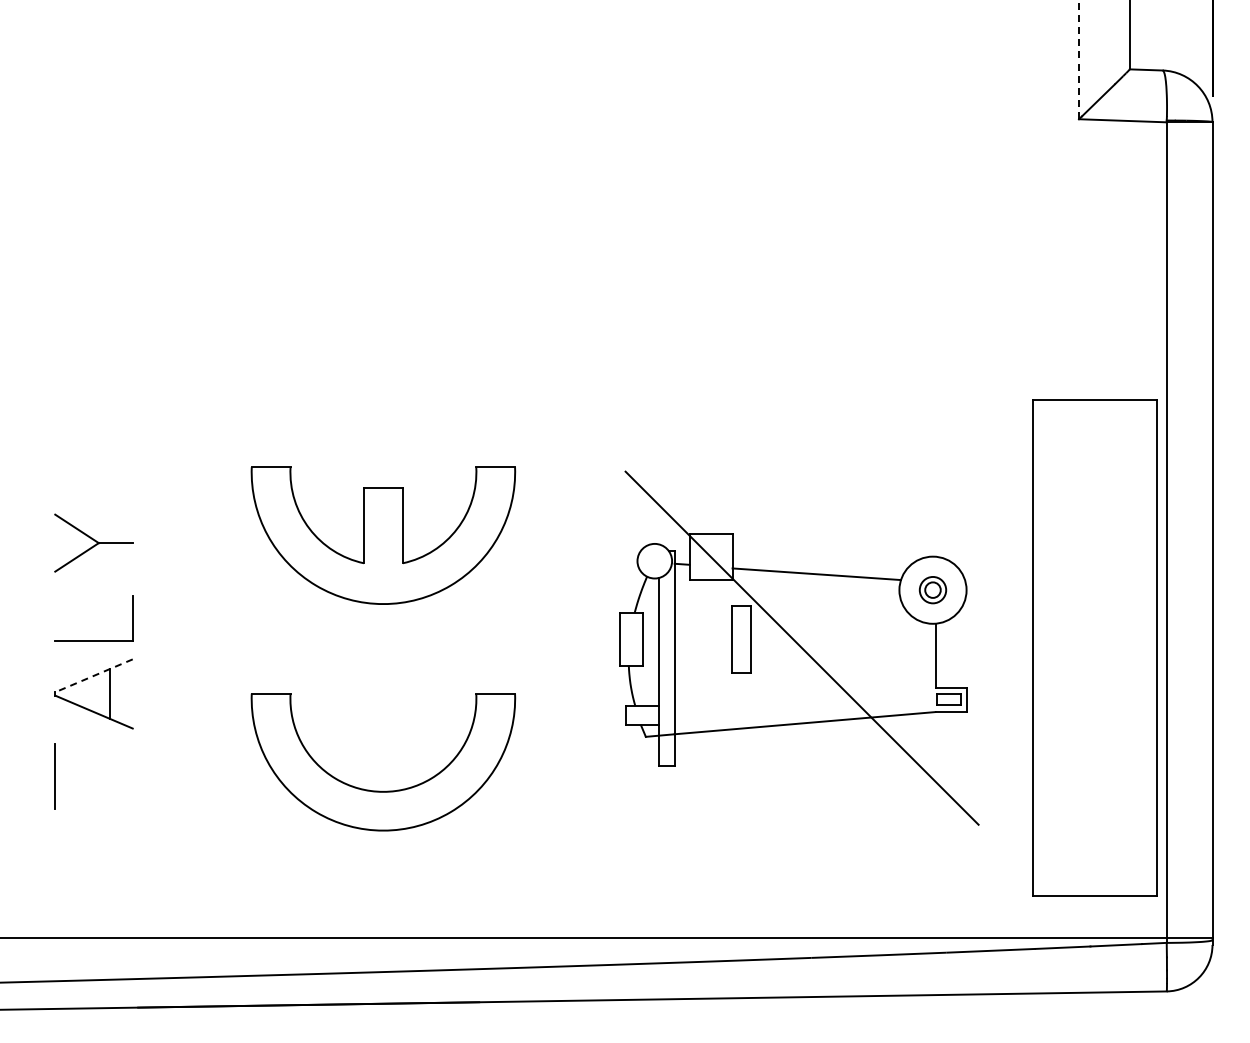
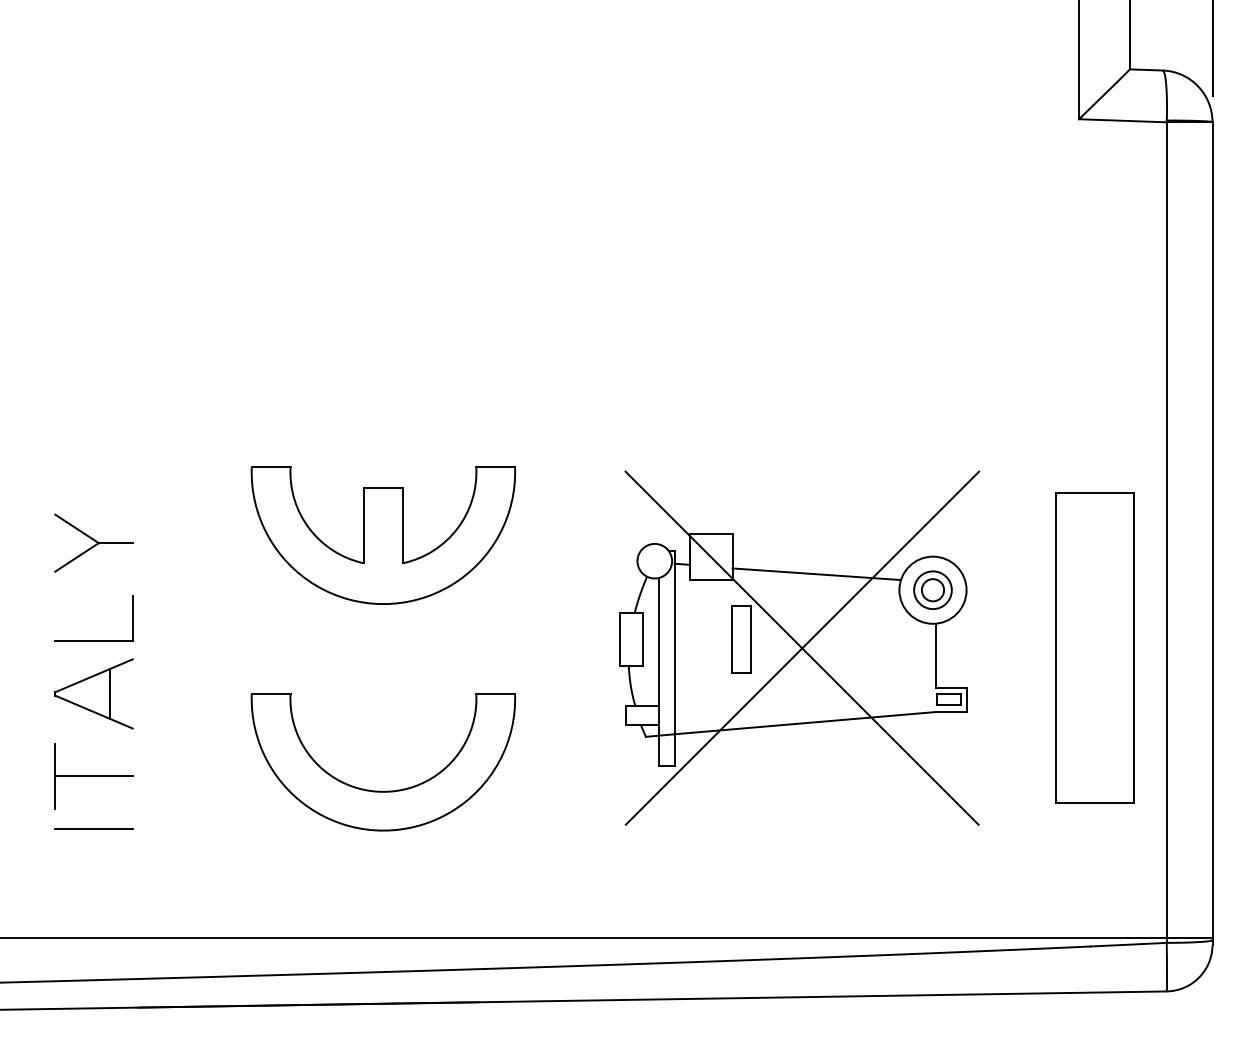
line at (1079, 59): dashed -> solid
part at (932, 590) size: 30x29 px -> 40x40 px
line at (802, 647): none -> present
part at (1094, 647) size: 126x498 px -> 80x312 px
line at (93, 676): dashed -> solid
line at (93, 776): none -> present
line at (93, 828): none -> present
